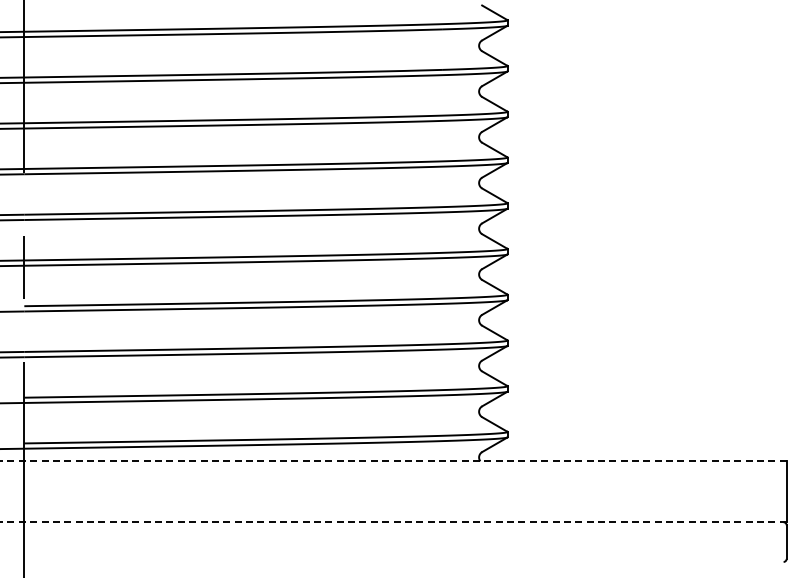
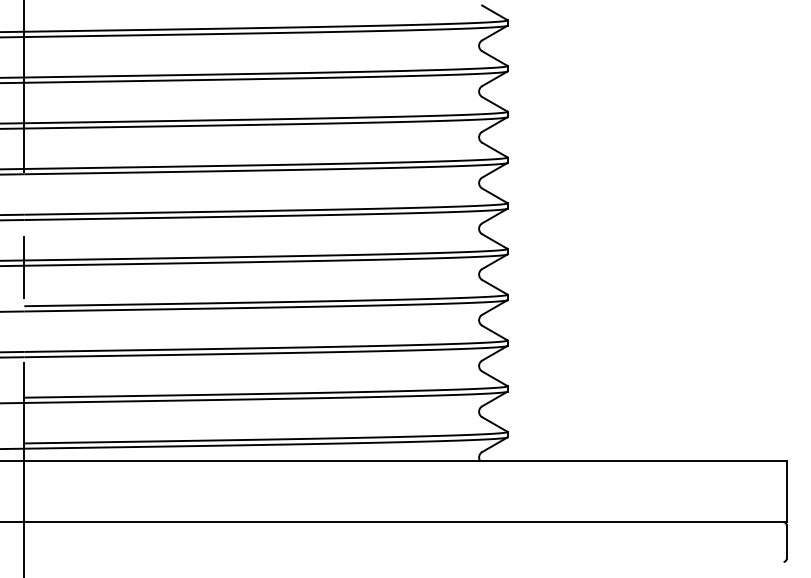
line at (393, 461): dashed -> solid
line at (393, 522): dashed -> solid
